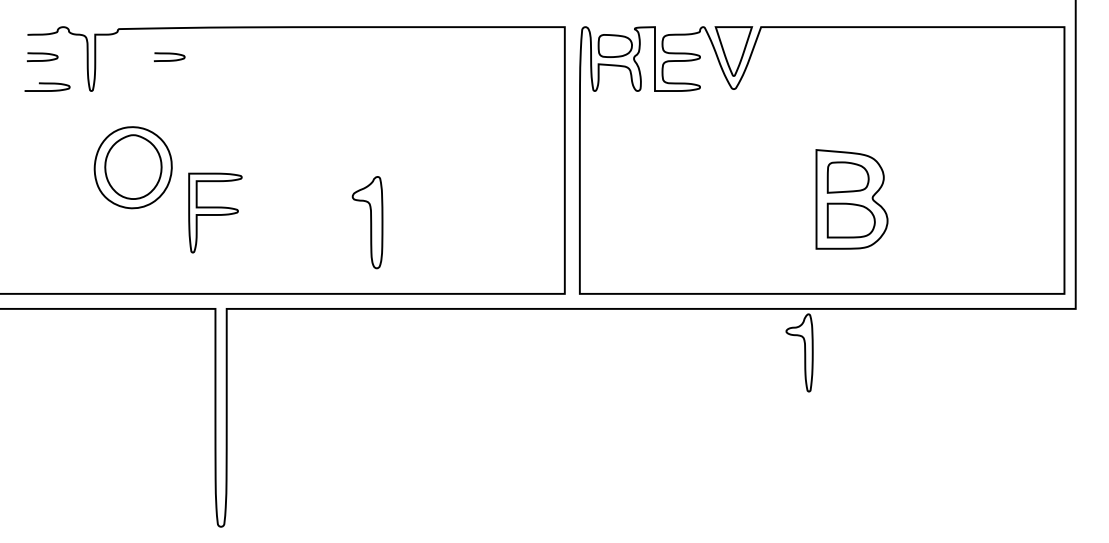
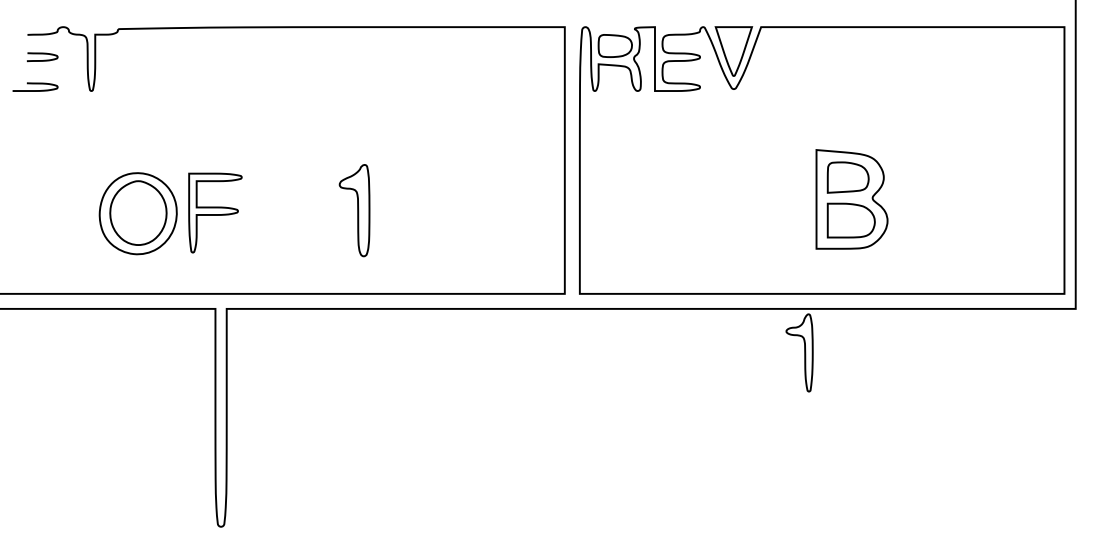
curve at (171, 59): present -> none
curve at (47, 84) position: (47, 84) -> (35, 84)
part at (132, 167) position: (132, 167) -> (137, 213)
part at (367, 222) position: (367, 222) -> (354, 210)
